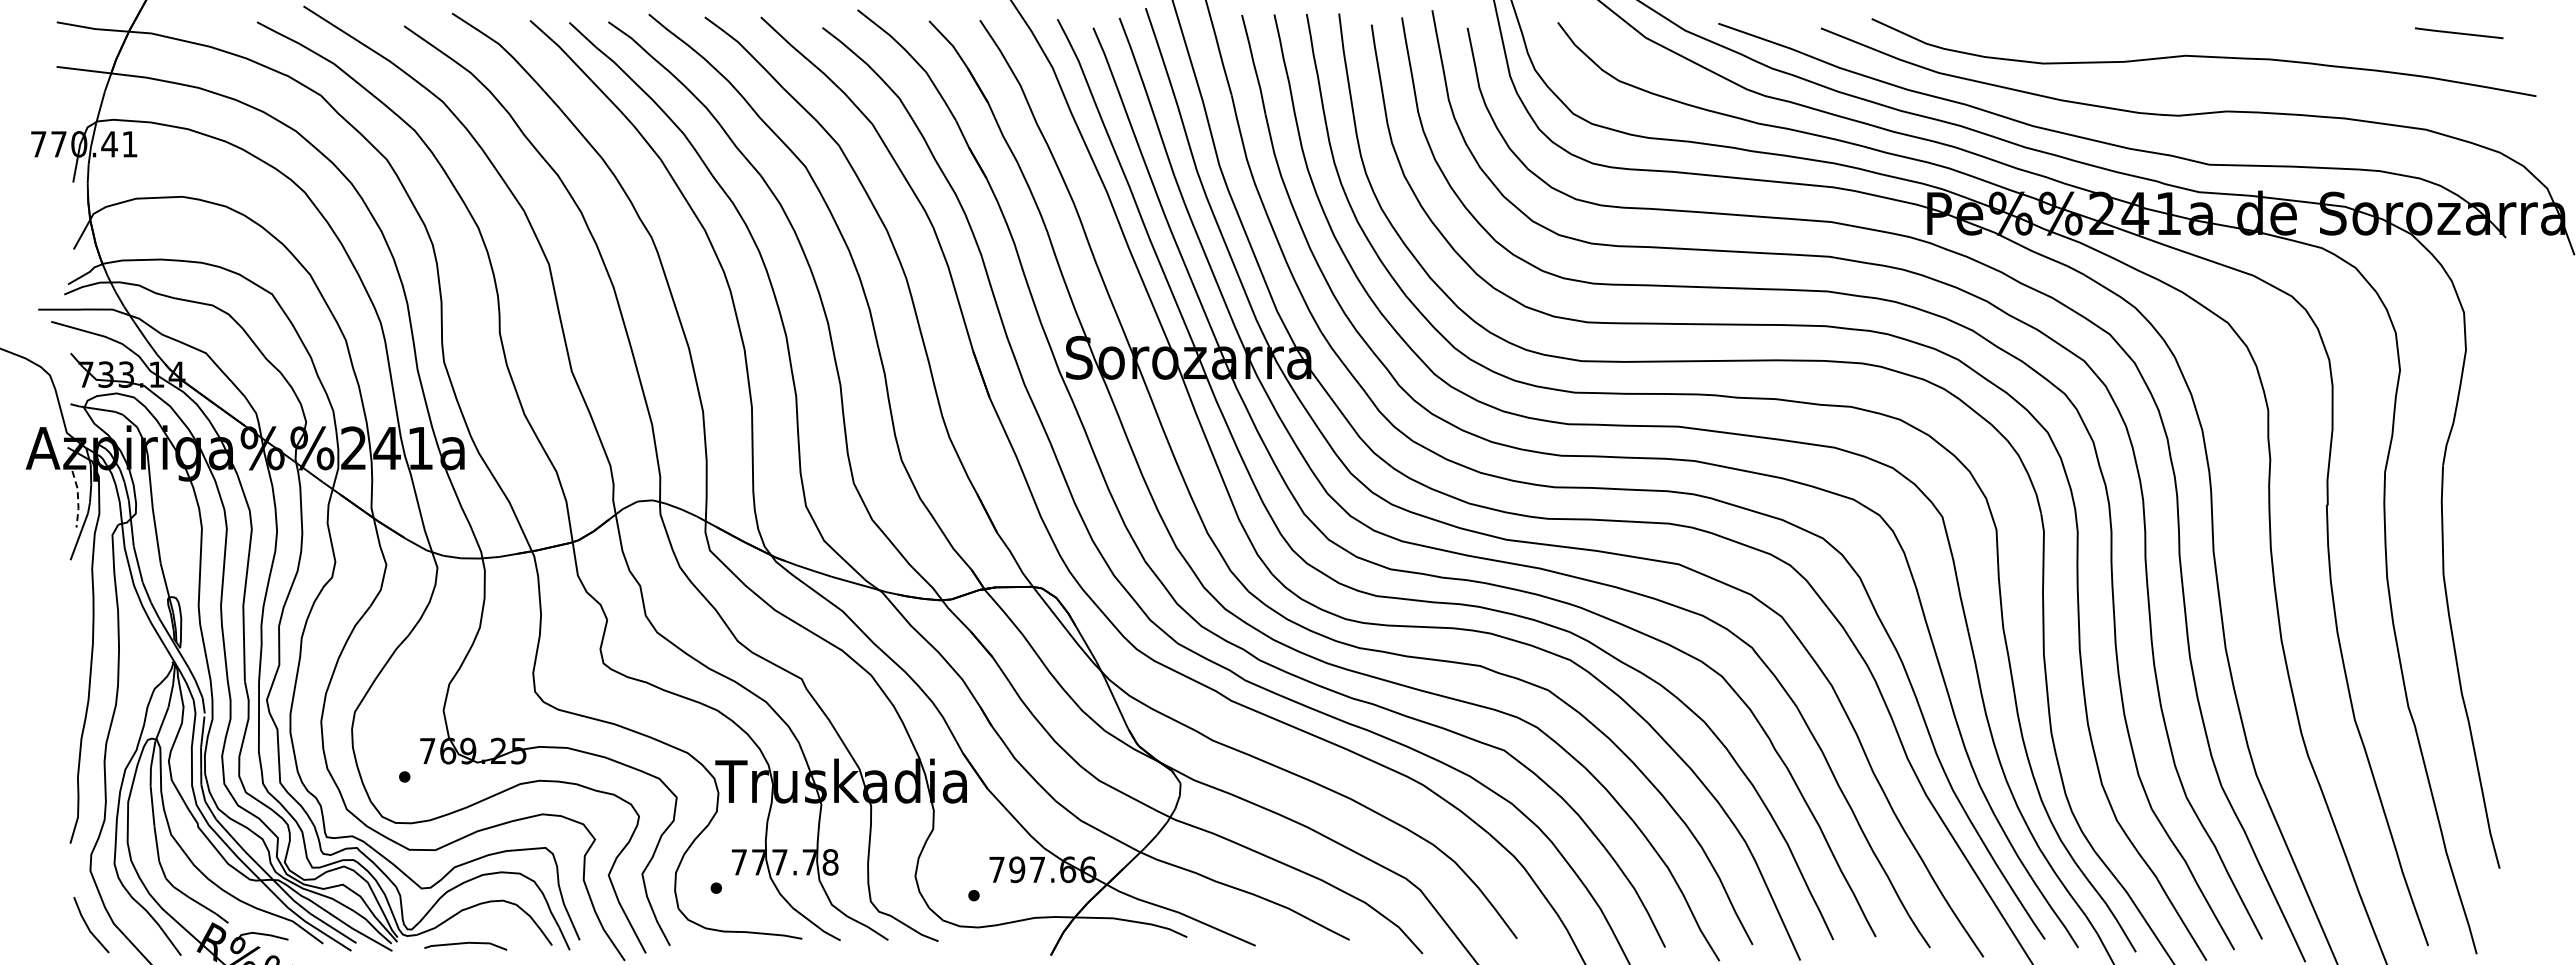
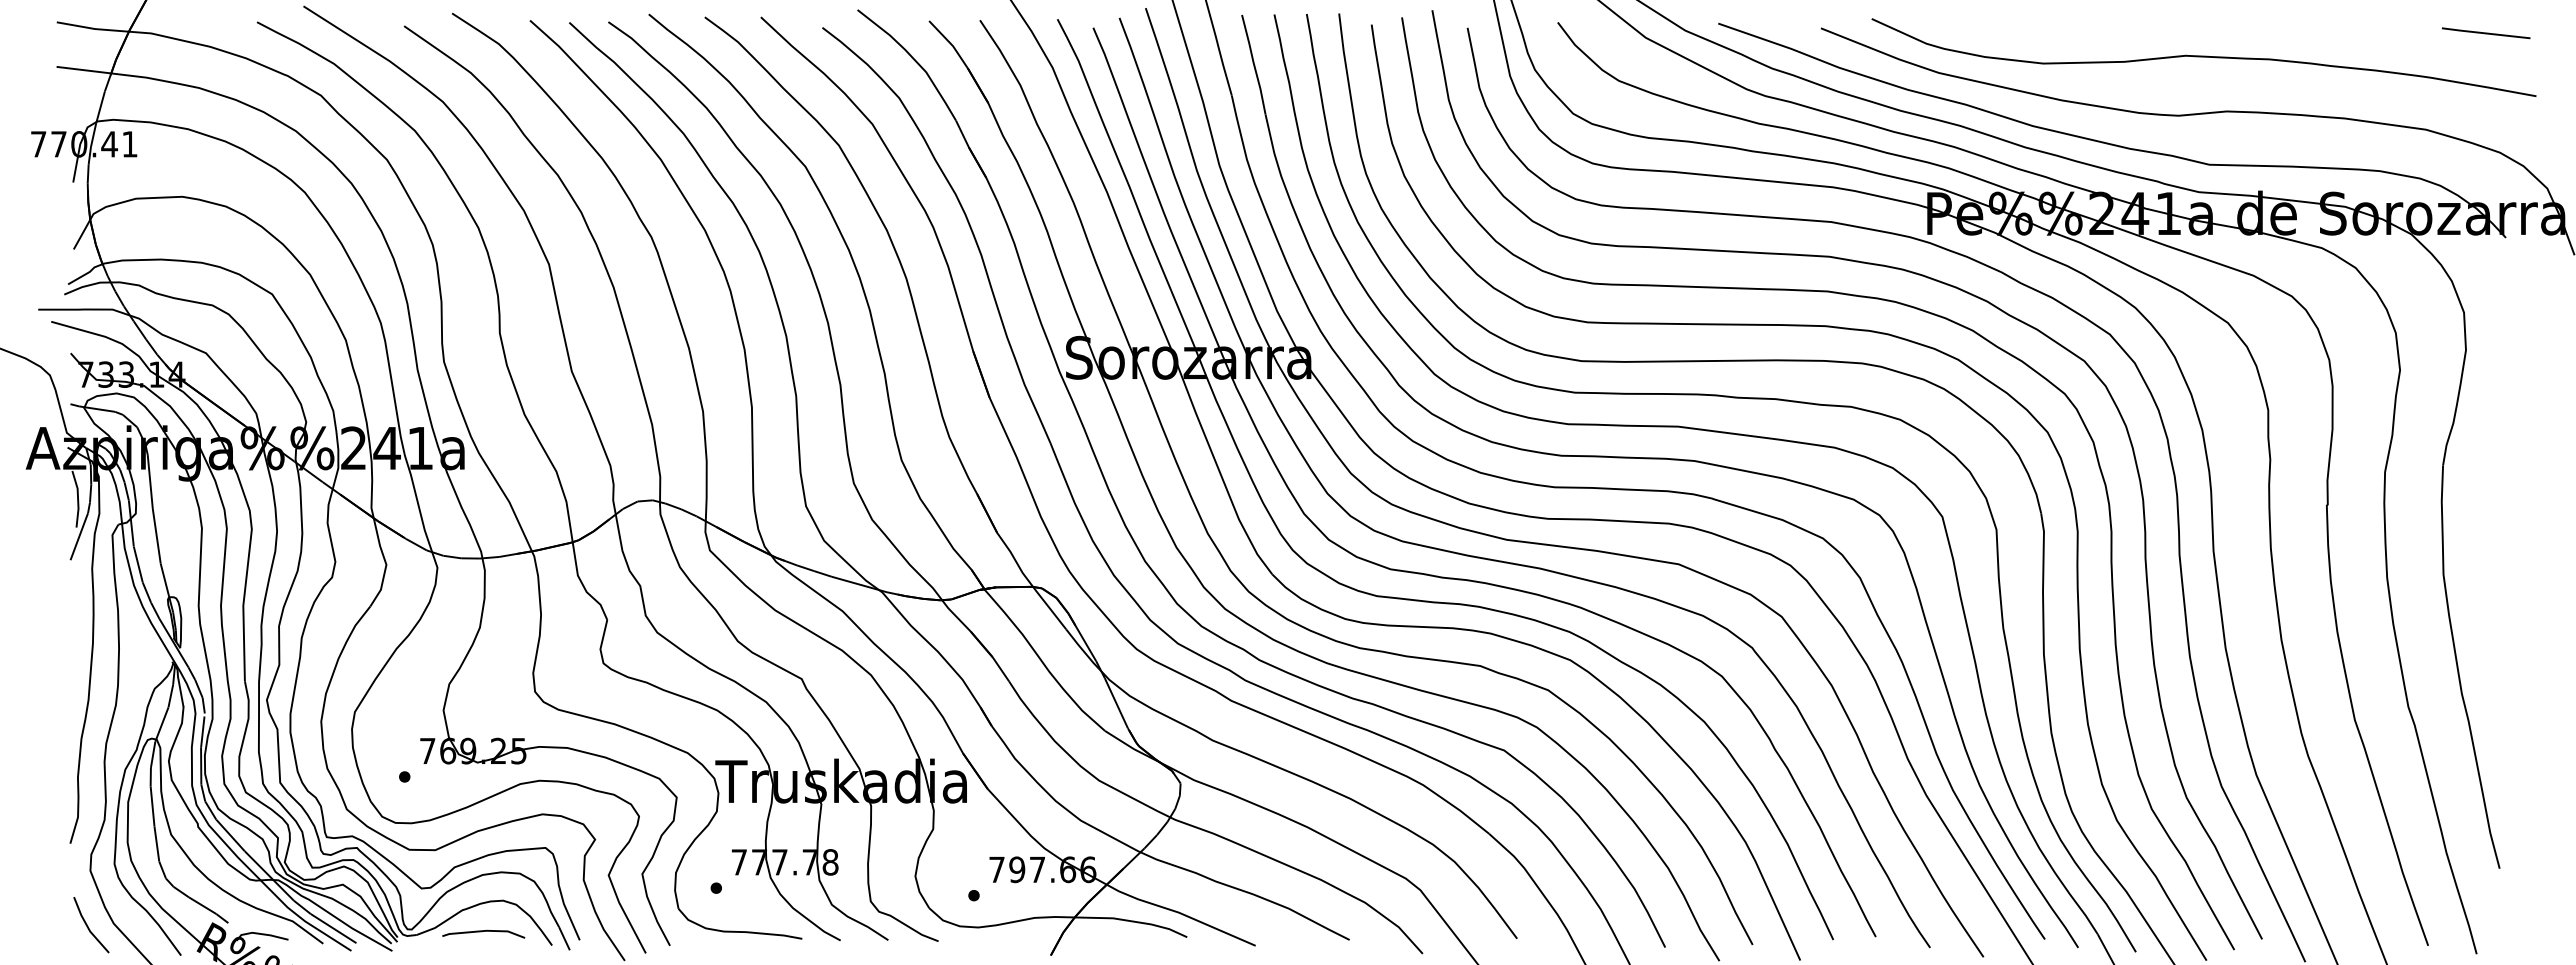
line at (2459, 33) position: (2459, 33) -> (2486, 33)
line at (78, 499): dashed -> solid
line at (465, 943) position: (465, 943) -> (483, 931)
